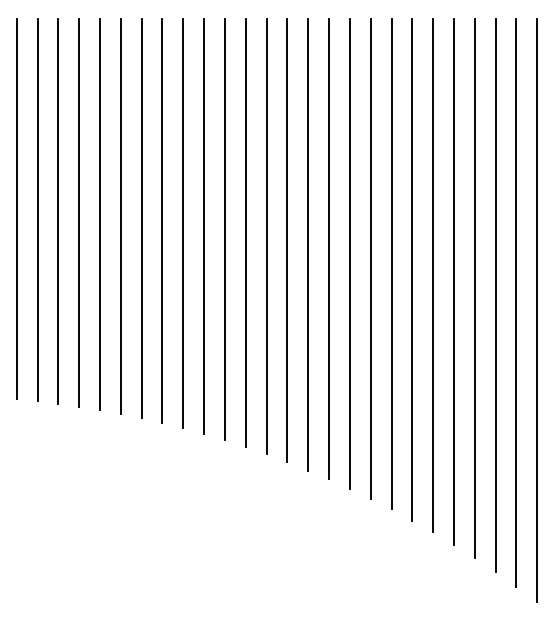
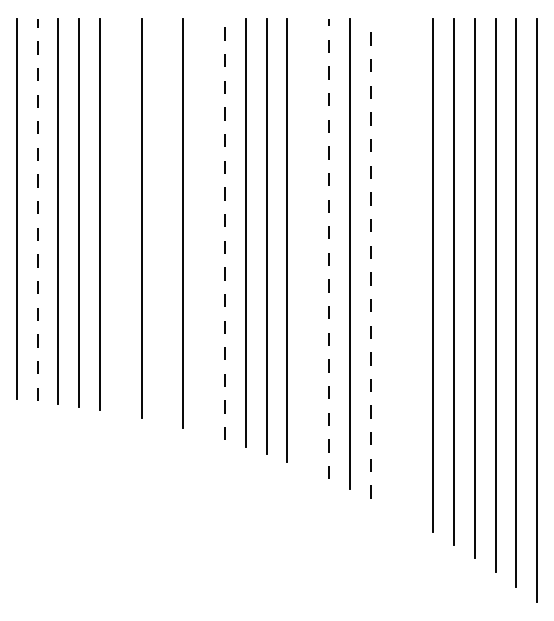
line at (37, 209): solid -> dashed
line at (120, 215): present -> none
line at (162, 220): present -> none
line at (204, 226): present -> none
line at (224, 229): solid -> dashed
line at (308, 244): present -> none
line at (329, 248): solid -> dashed
line at (370, 258): solid -> dashed
line at (391, 263): present -> none
line at (412, 269): present -> none
